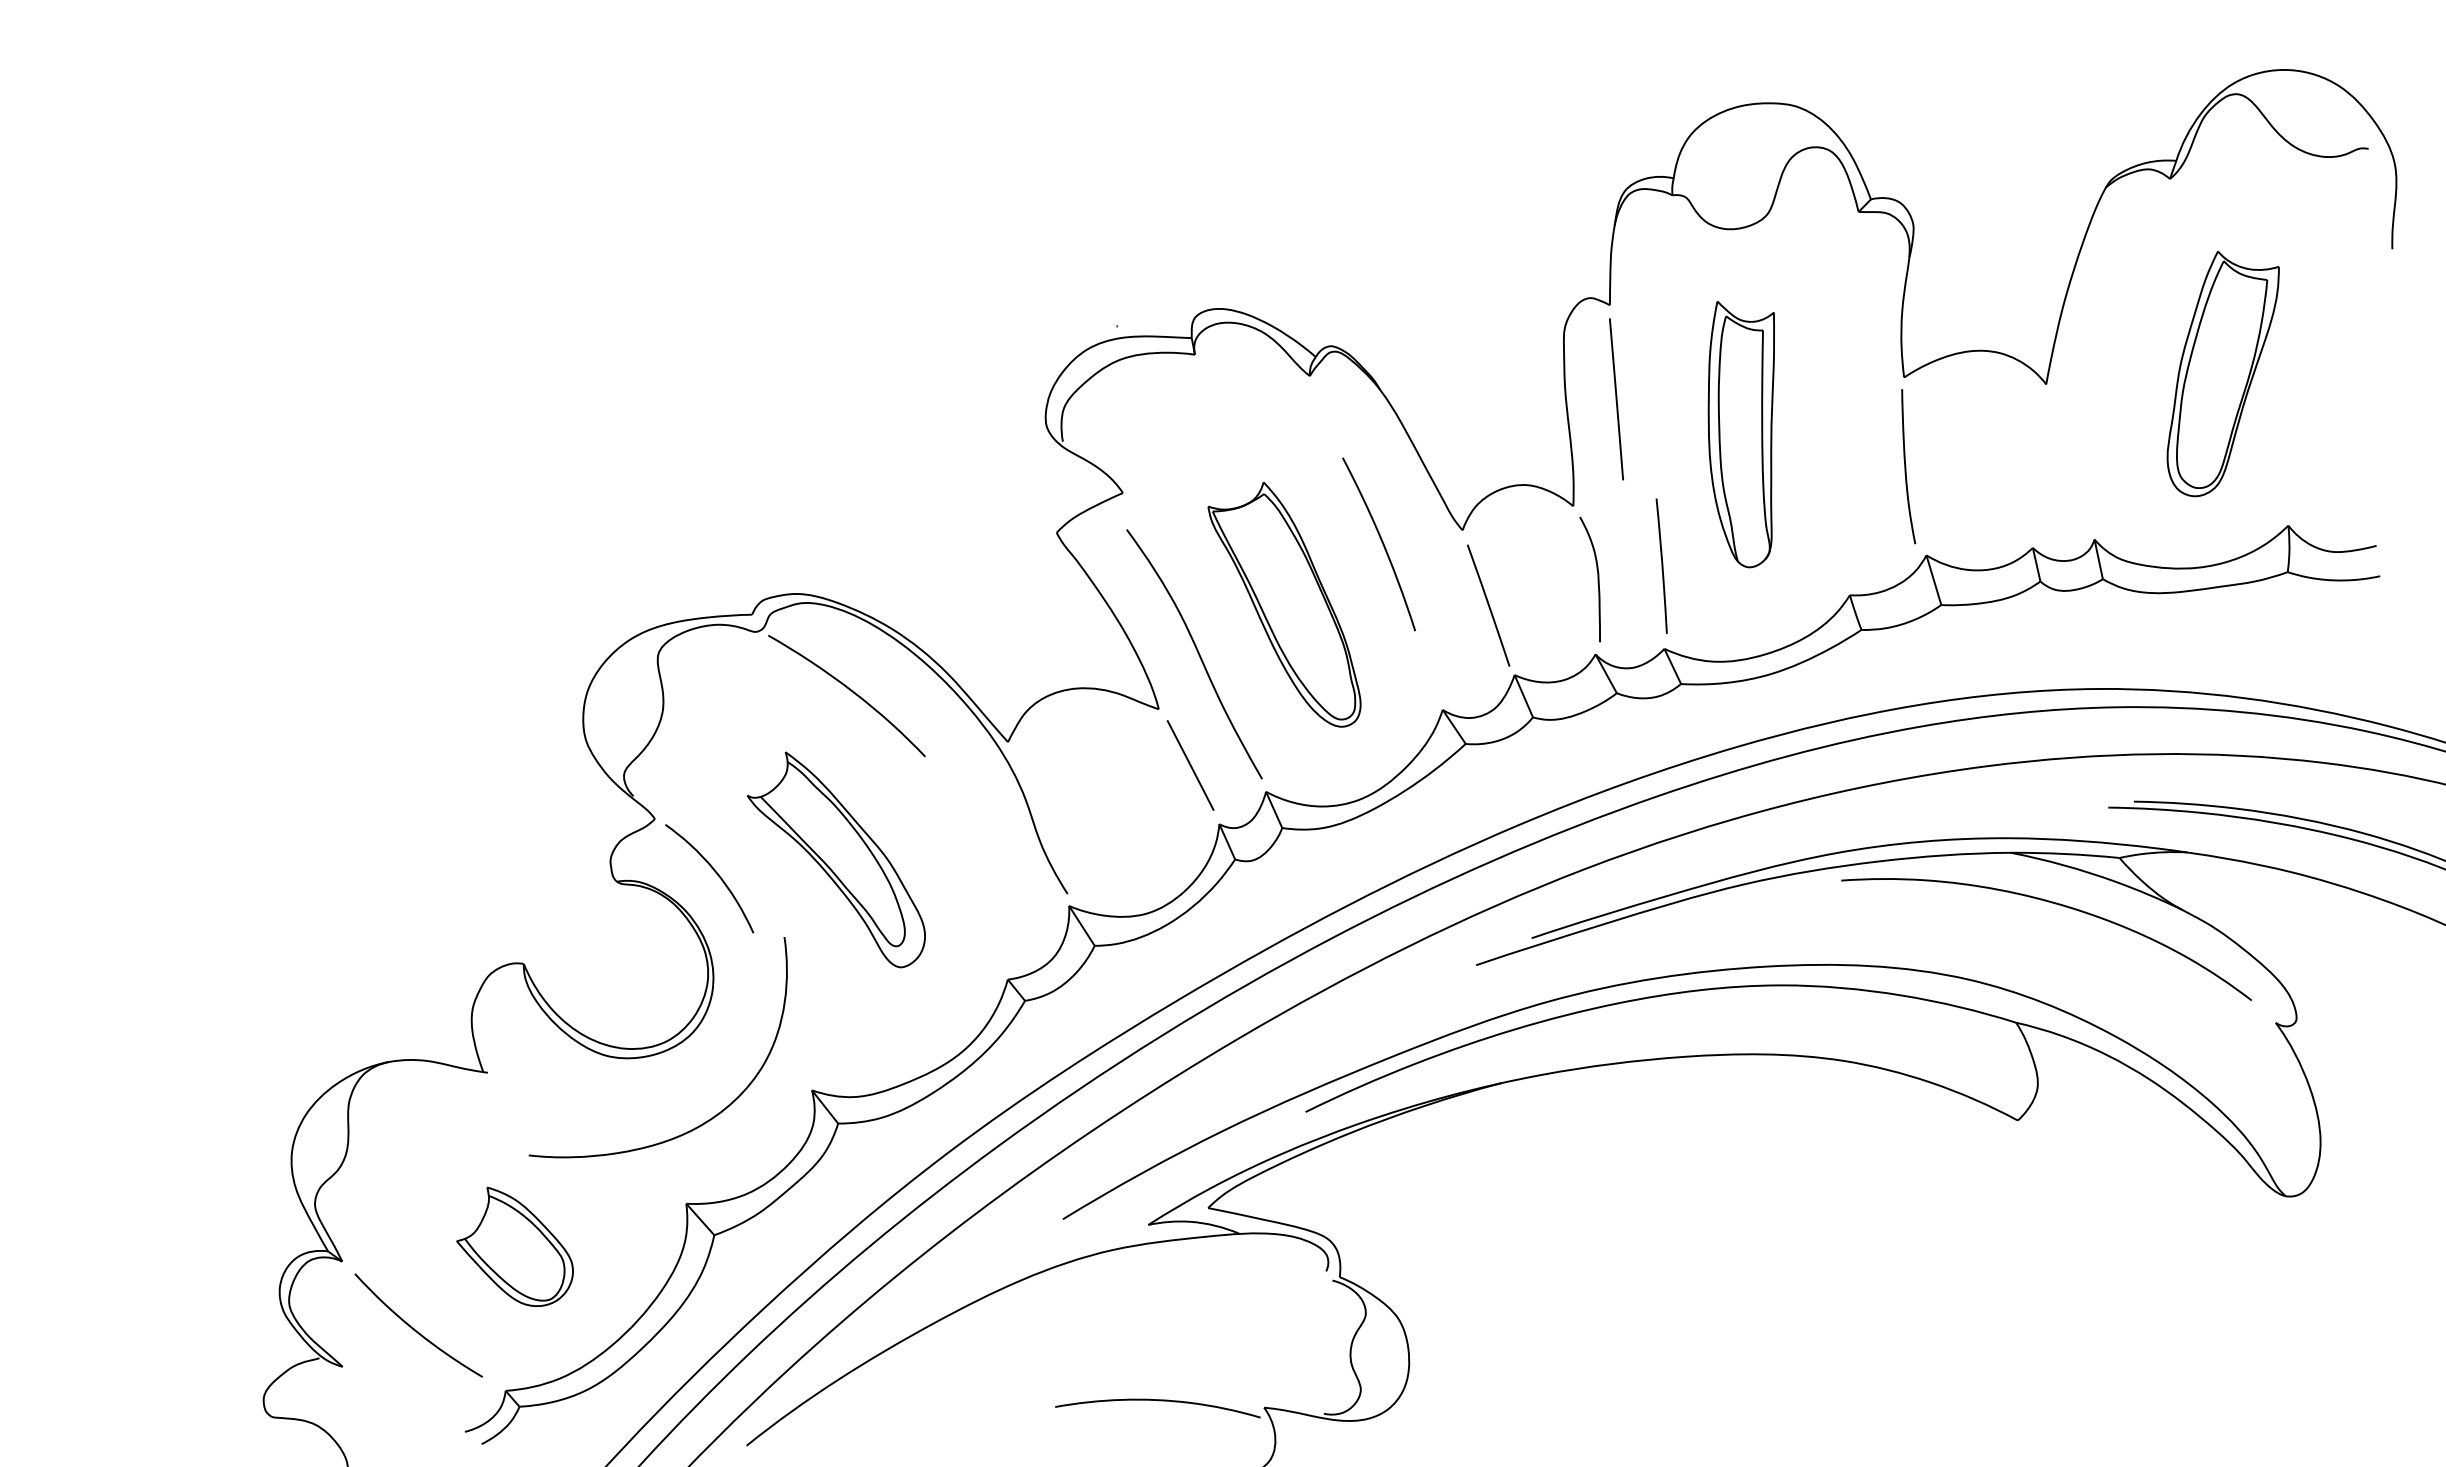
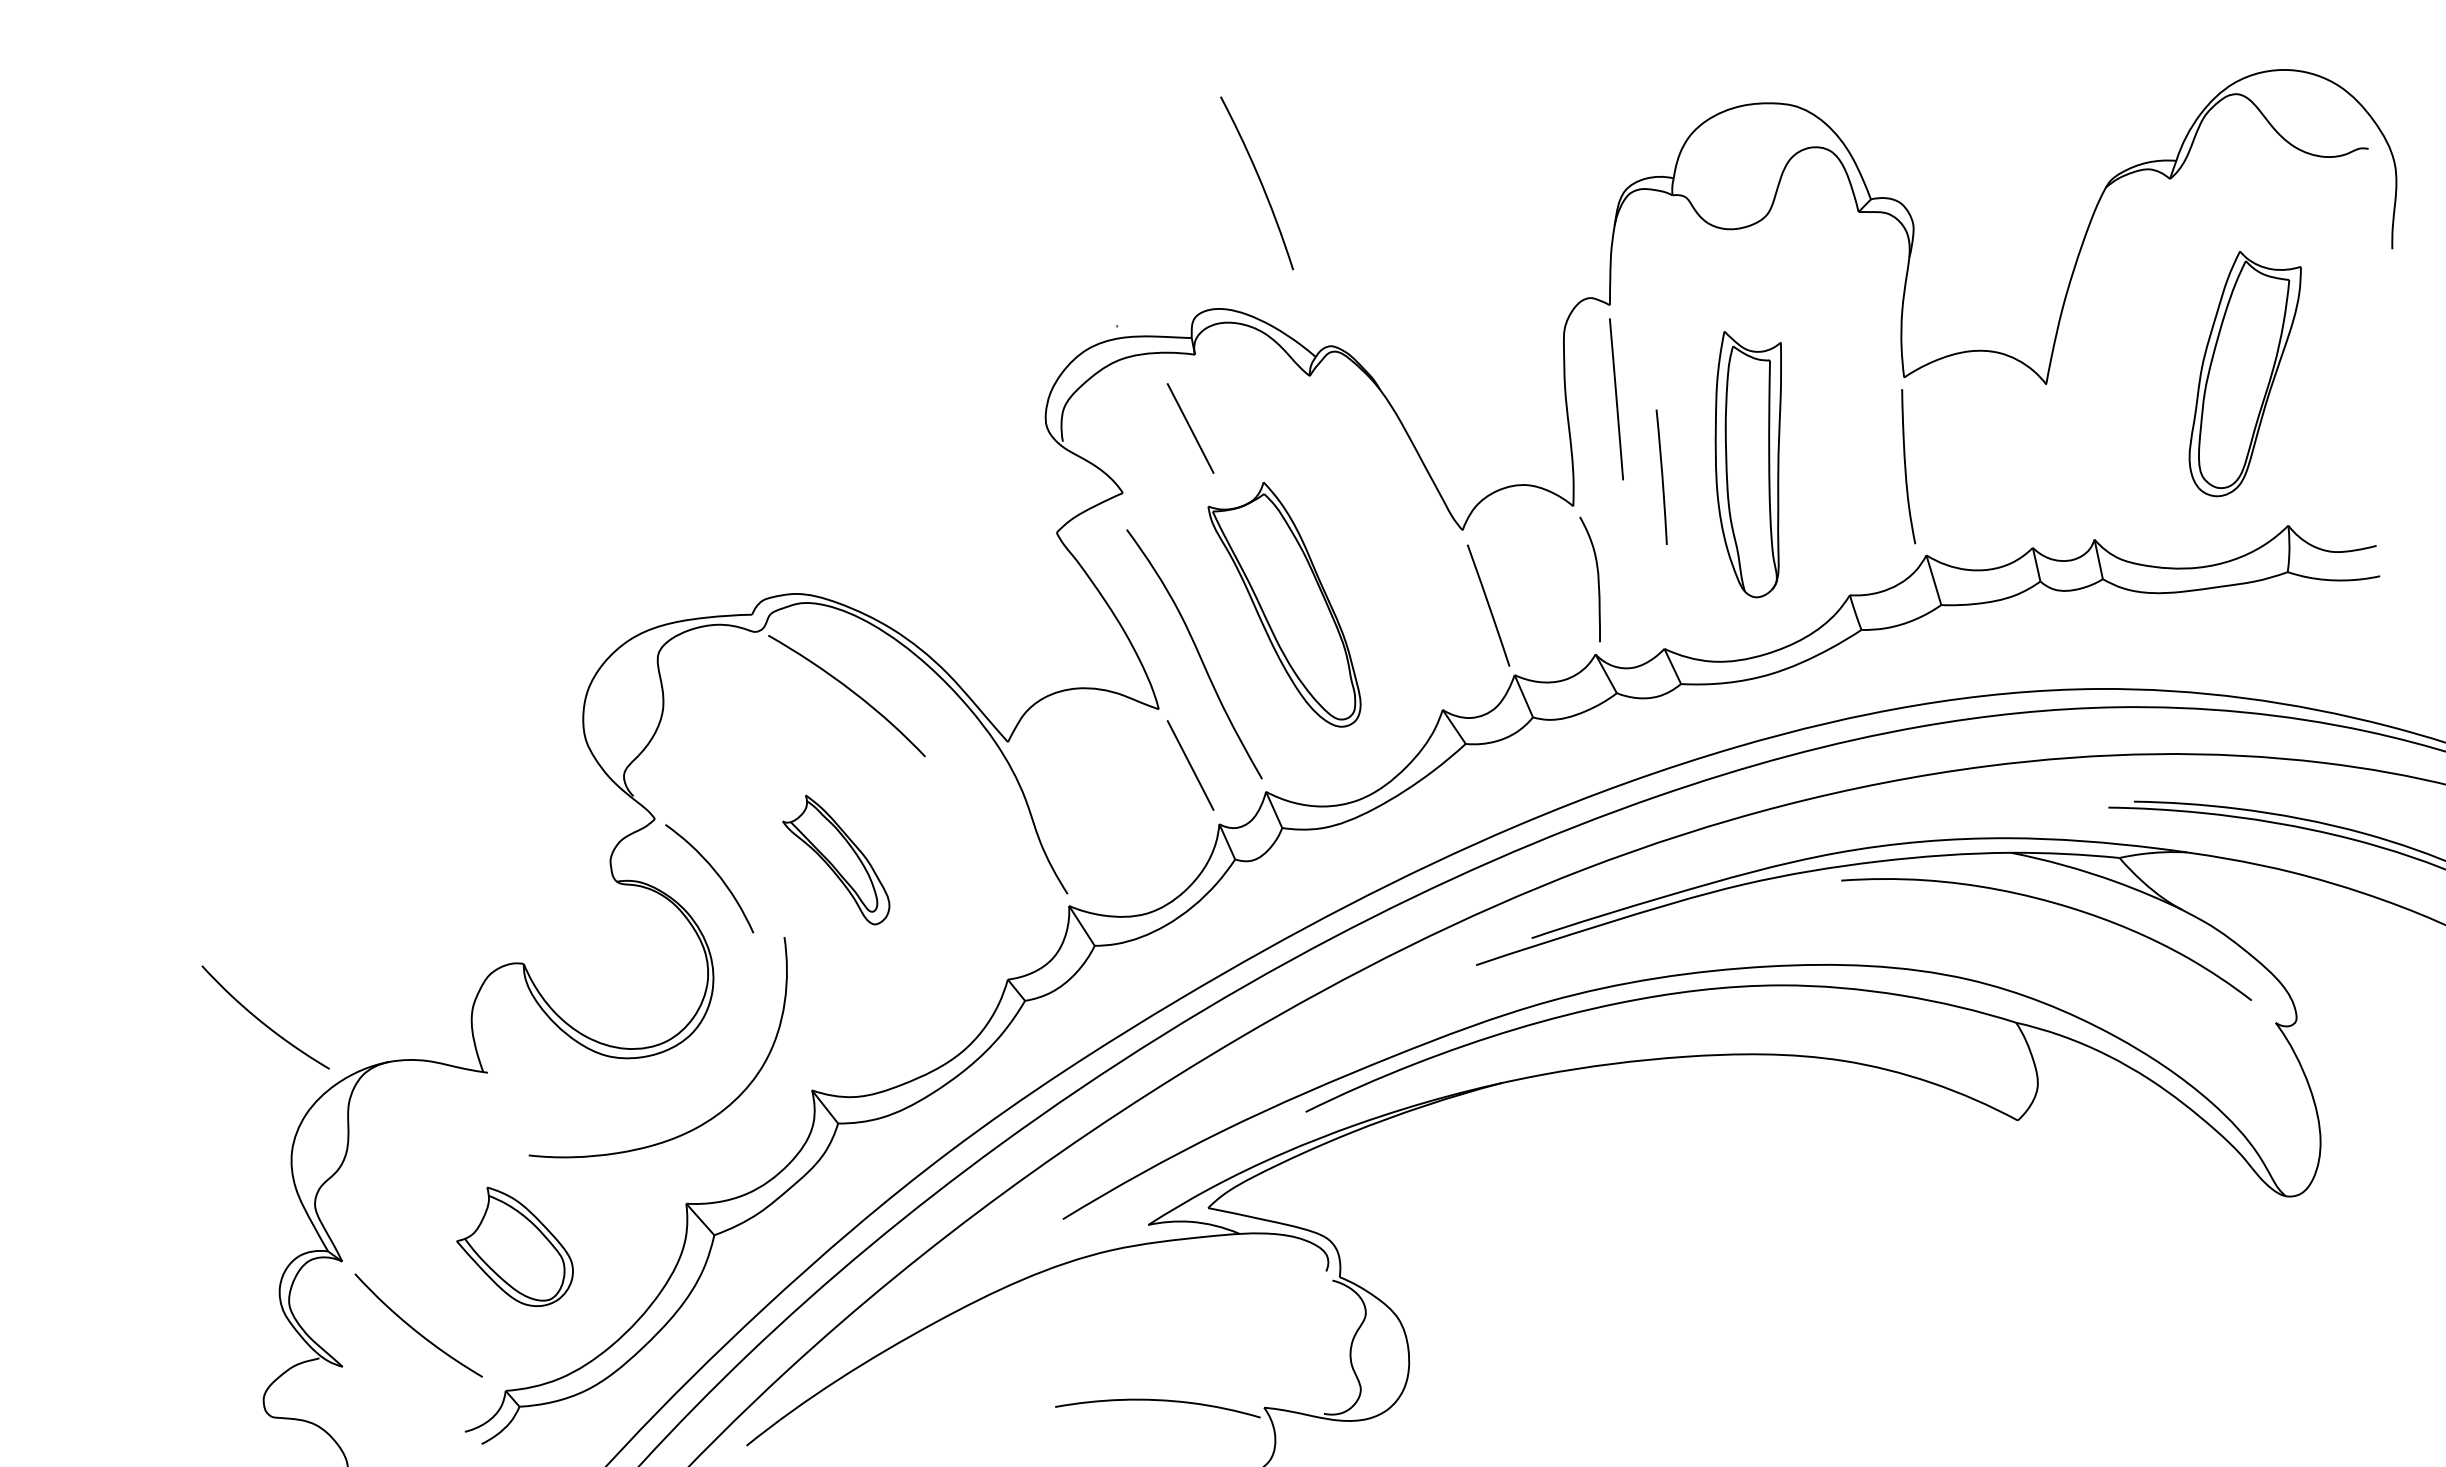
part at (2222, 374) position: (2222, 374) -> (2244, 374)
line at (1190, 428): none -> present
part at (1740, 434) position: (1740, 434) -> (1747, 464)
curve at (1381, 542) position: (1381, 542) -> (1259, 181)
line at (1661, 565) position: (1661, 565) -> (1661, 476)
part at (835, 859) size: 180x218 px -> 109x132 px
curve at (261, 1020): none -> present
